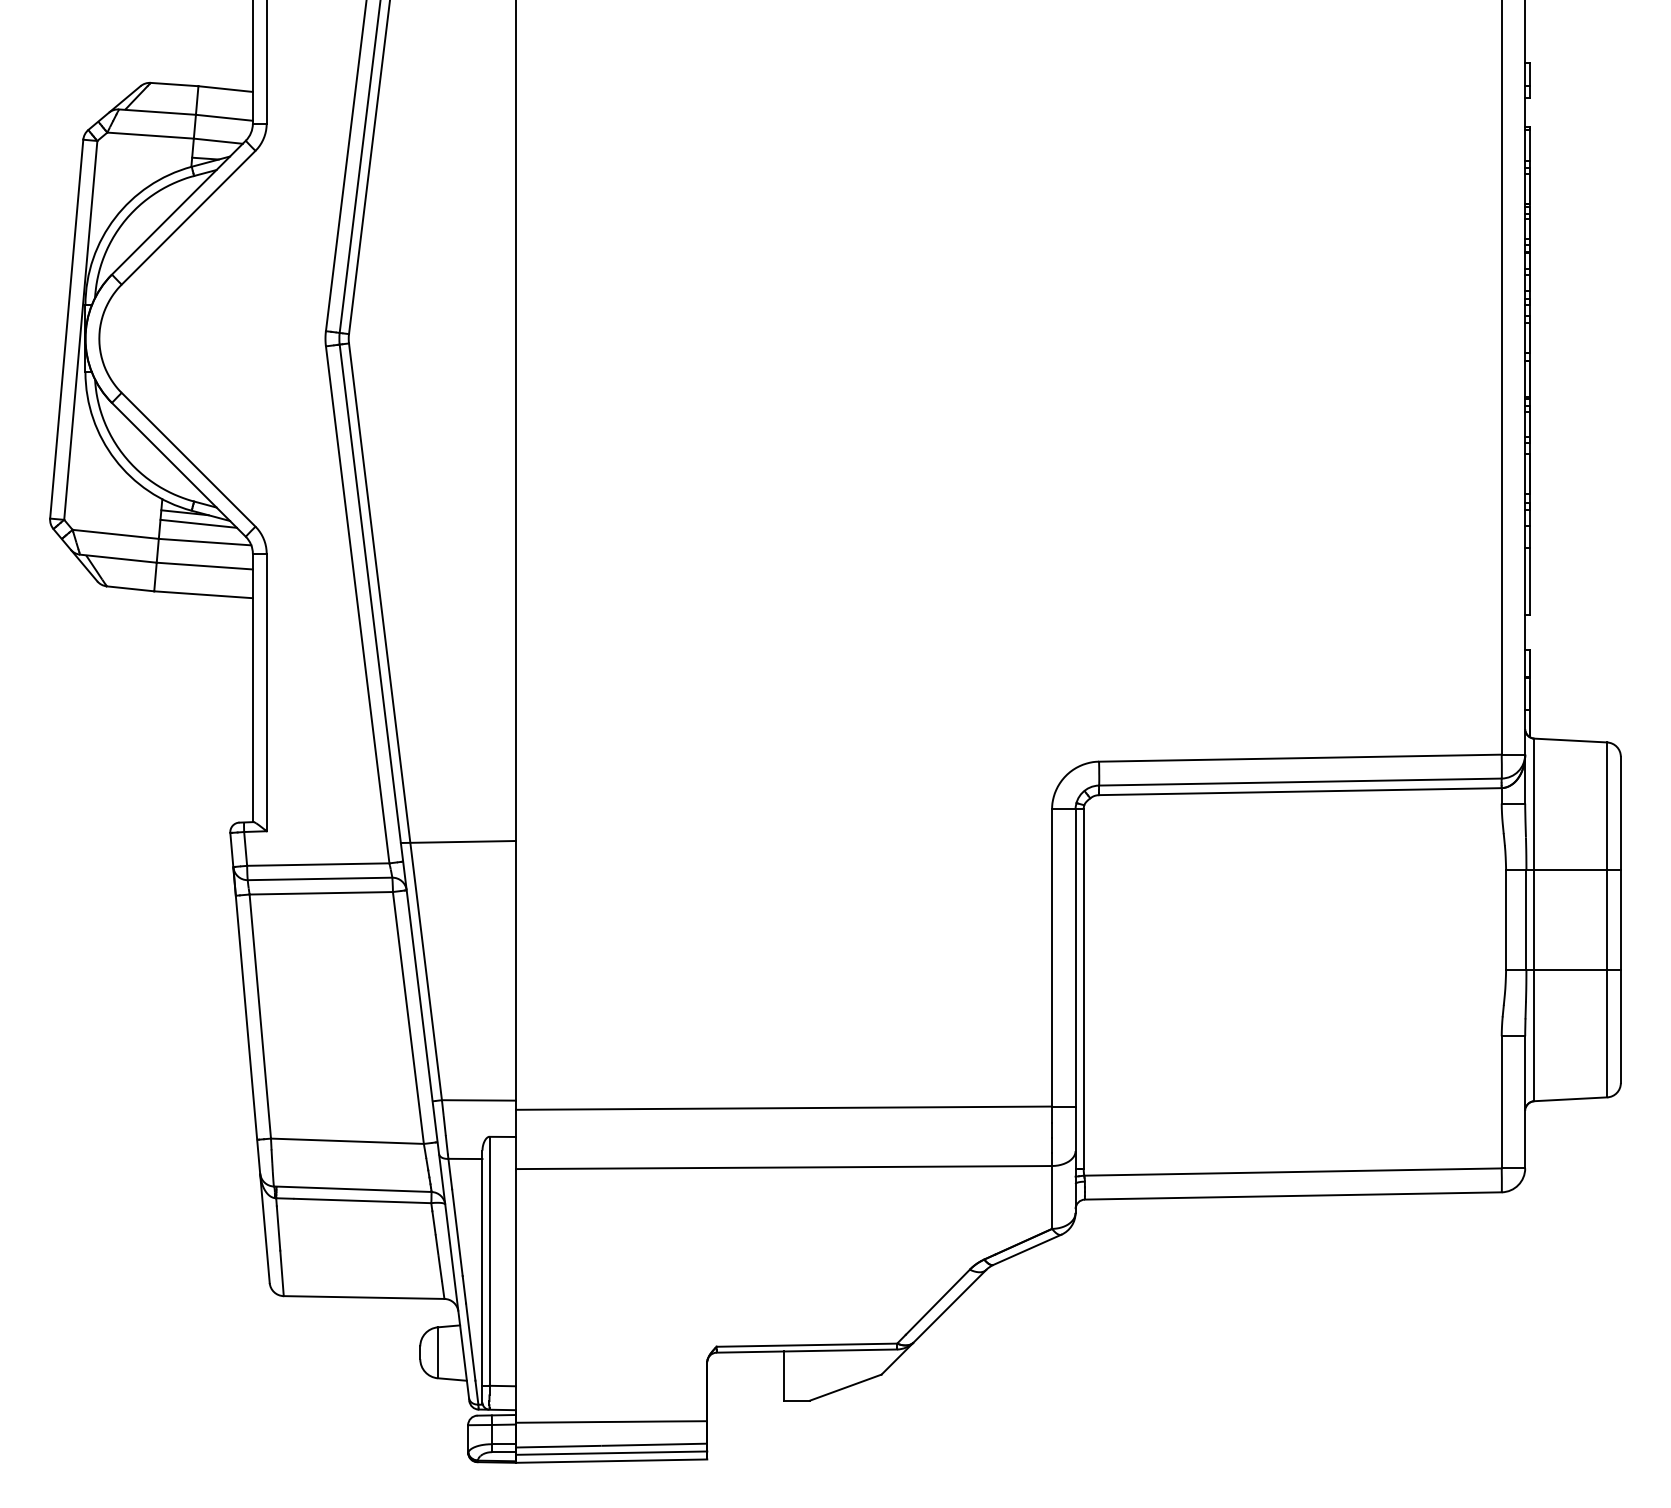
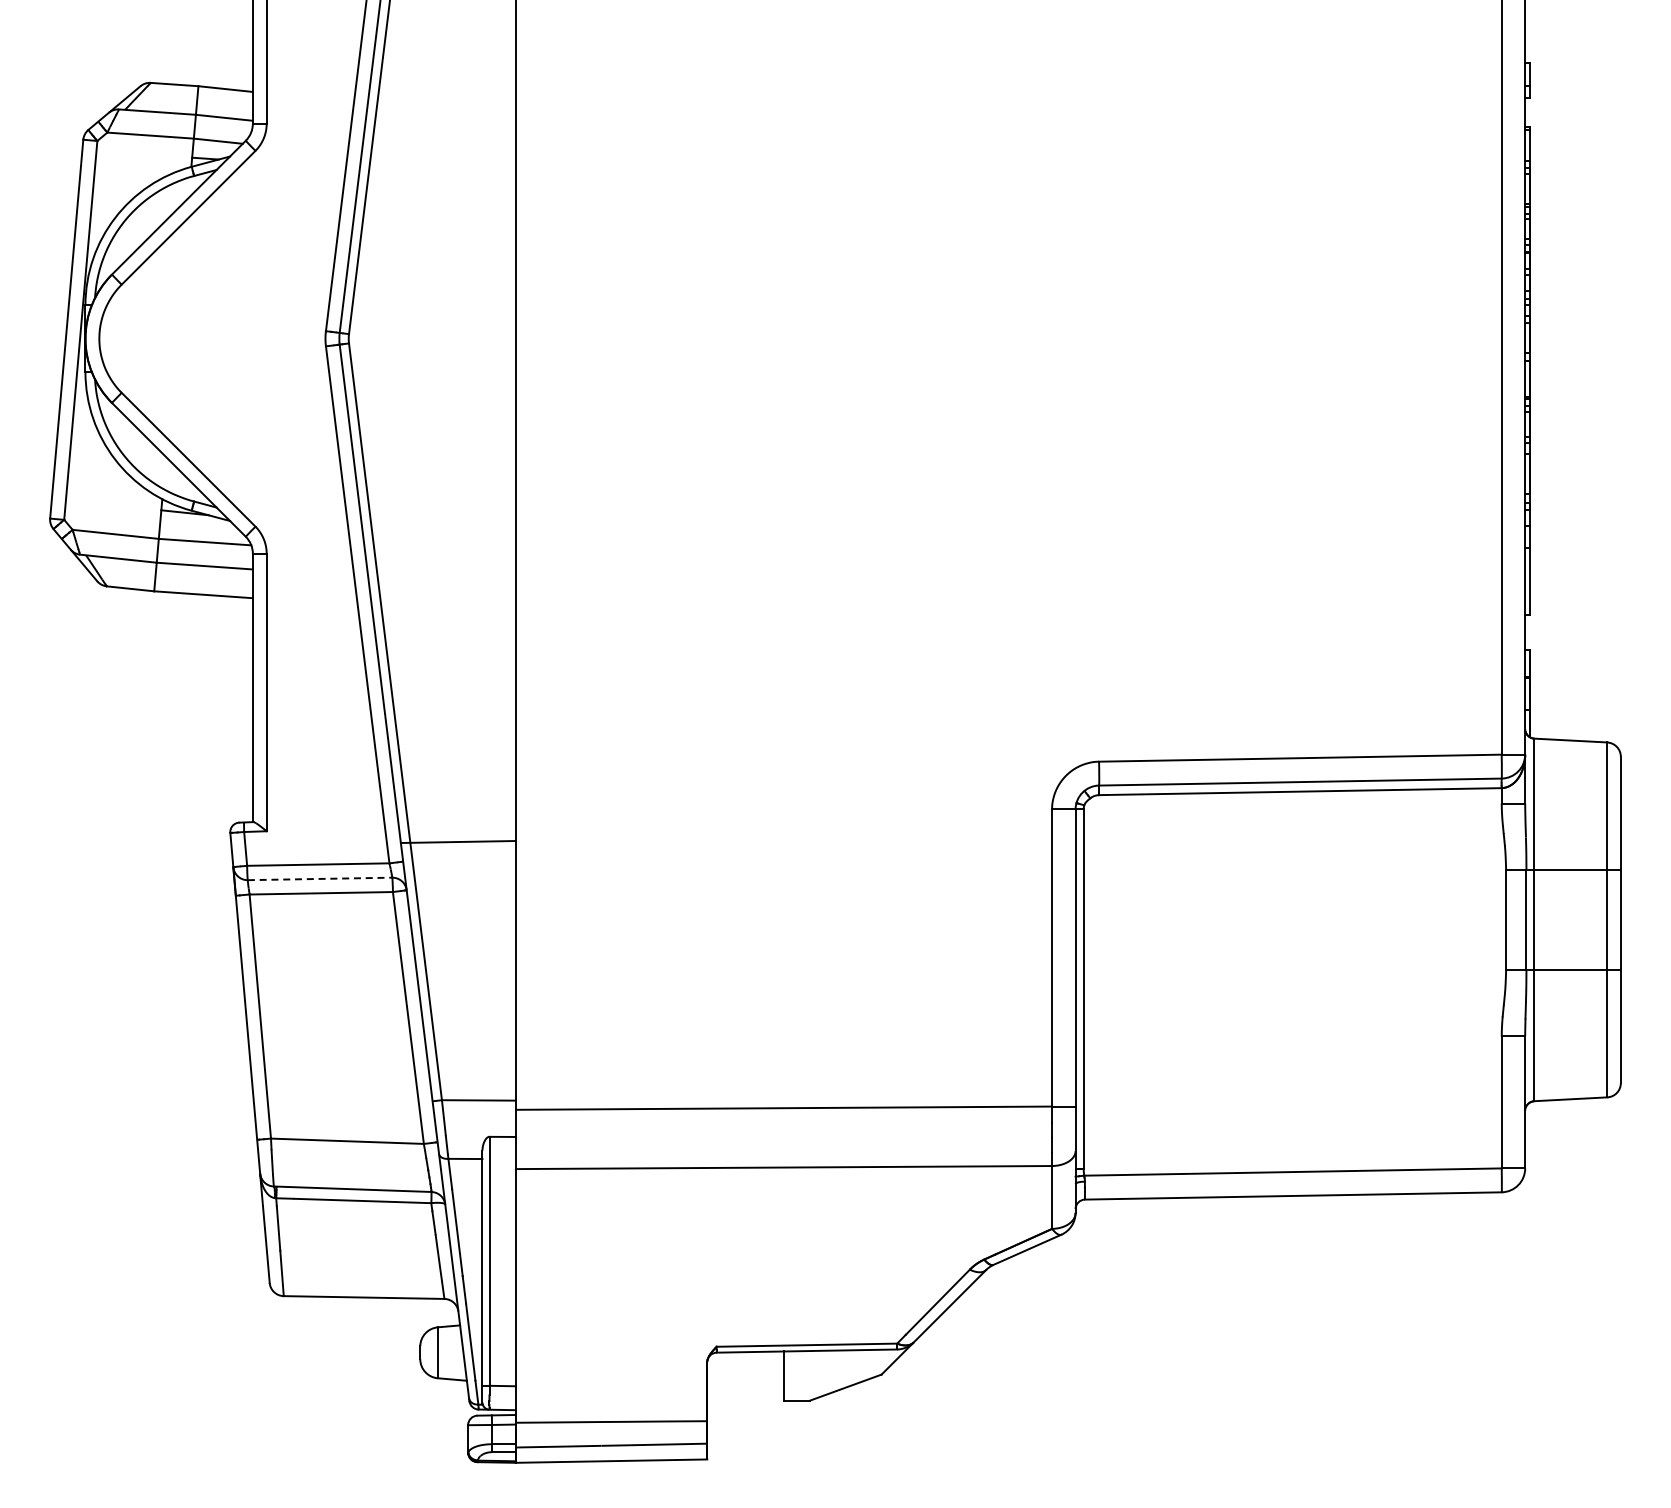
line at (198, 523): present -> none
line at (320, 878): solid -> dashed
line at (611, 1452): present -> none
